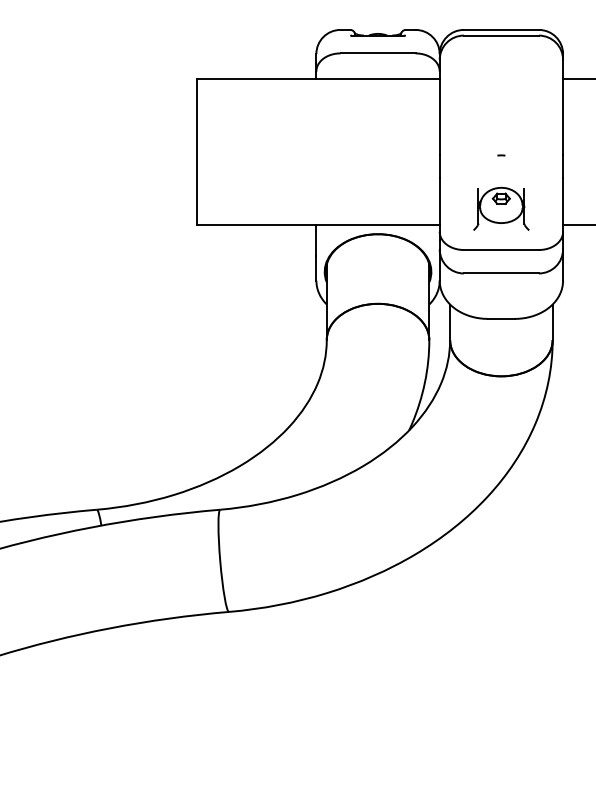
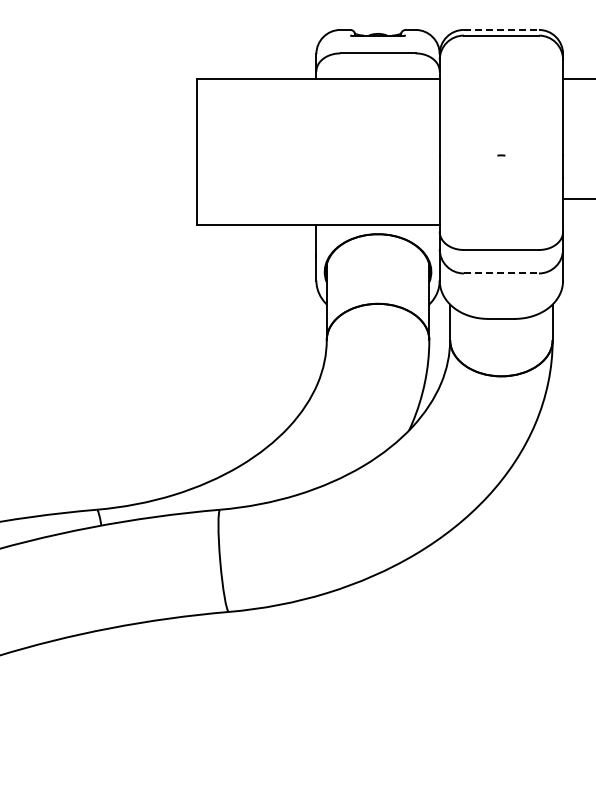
line at (501, 29): solid -> dashed
part at (501, 208): present -> none
line at (577, 224) position: (577, 224) -> (577, 198)
line at (501, 273): solid -> dashed
